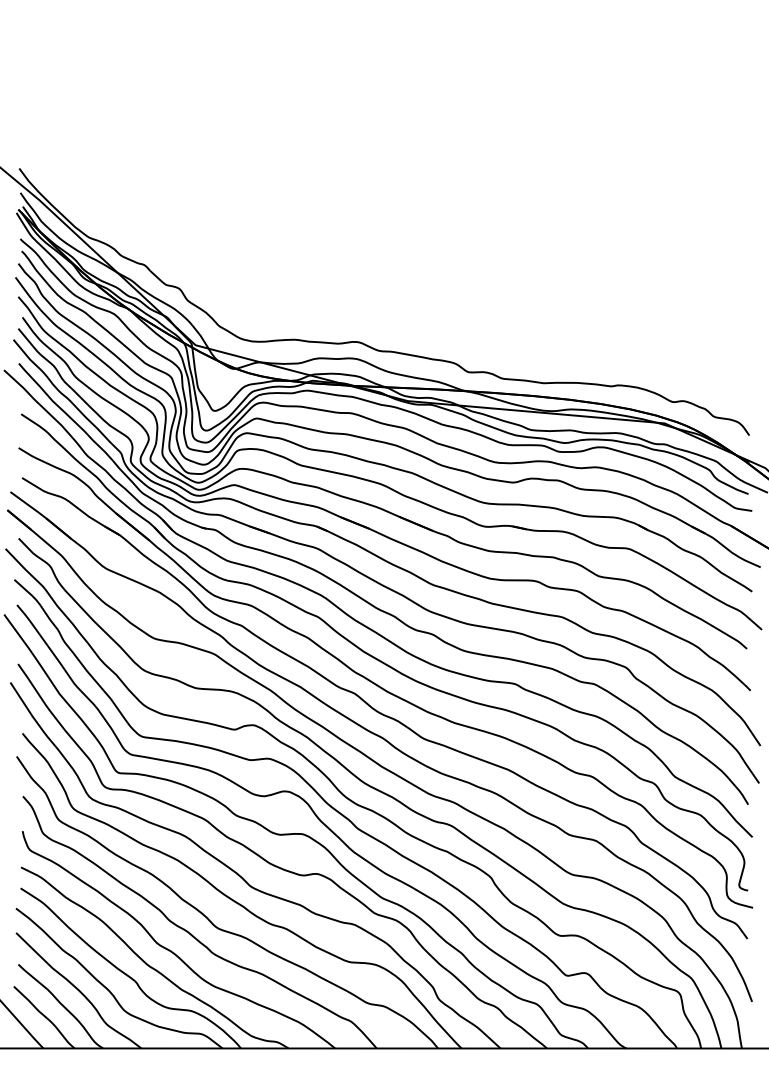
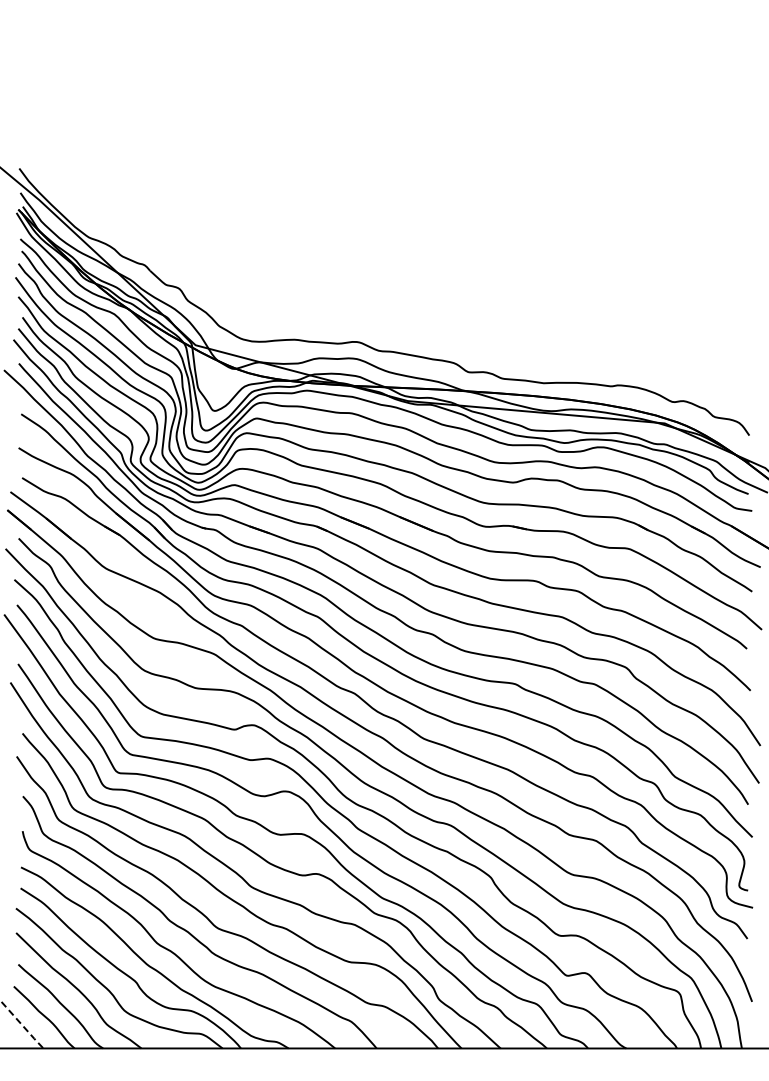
line at (22, 1025): solid -> dashed
